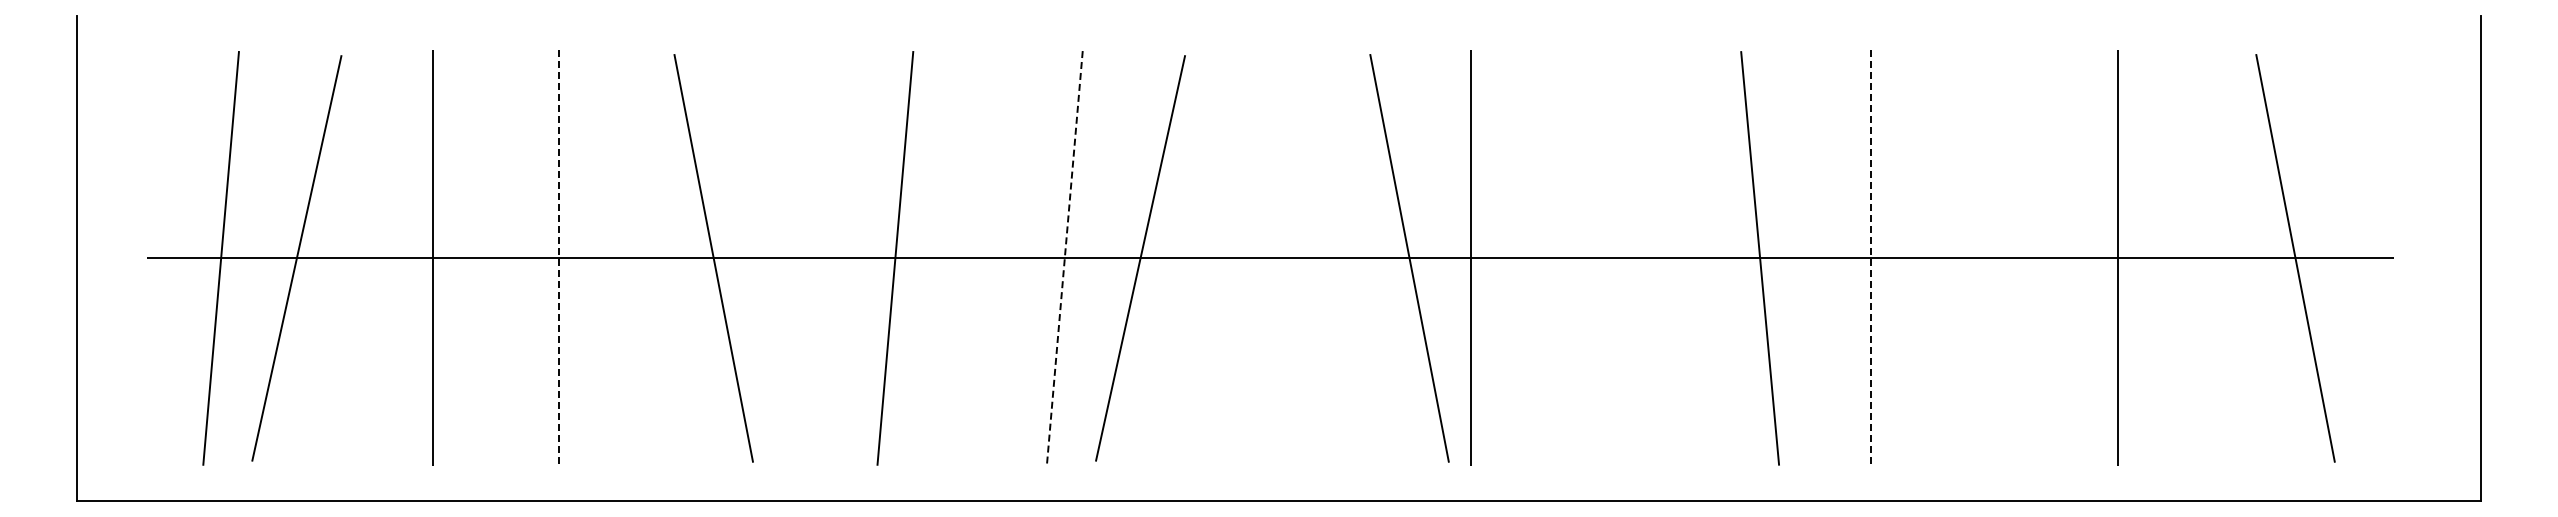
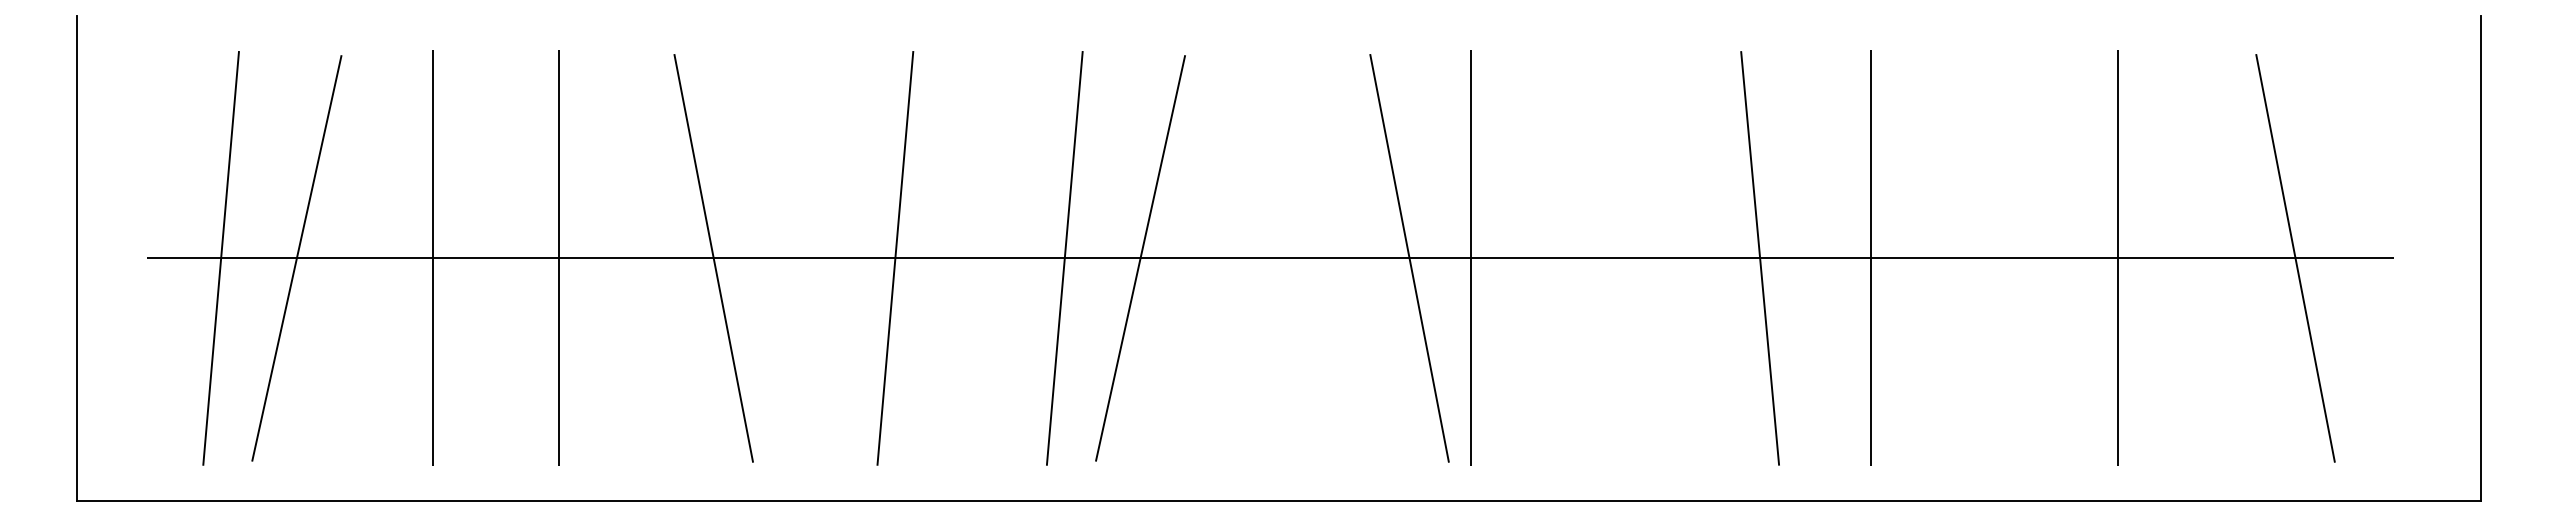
line at (558, 258): dashed -> solid
line at (1064, 258): dashed -> solid
line at (1871, 258): dashed -> solid
